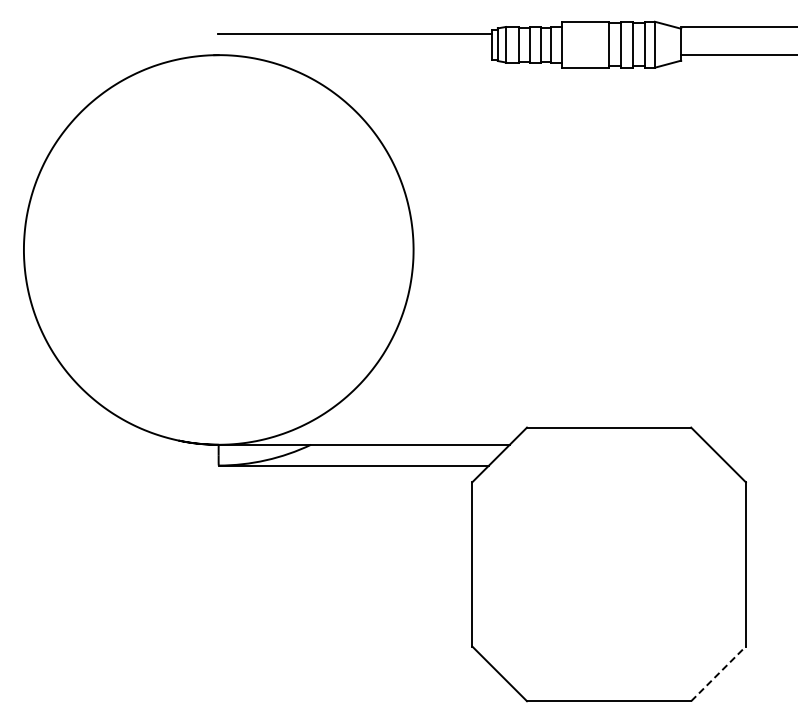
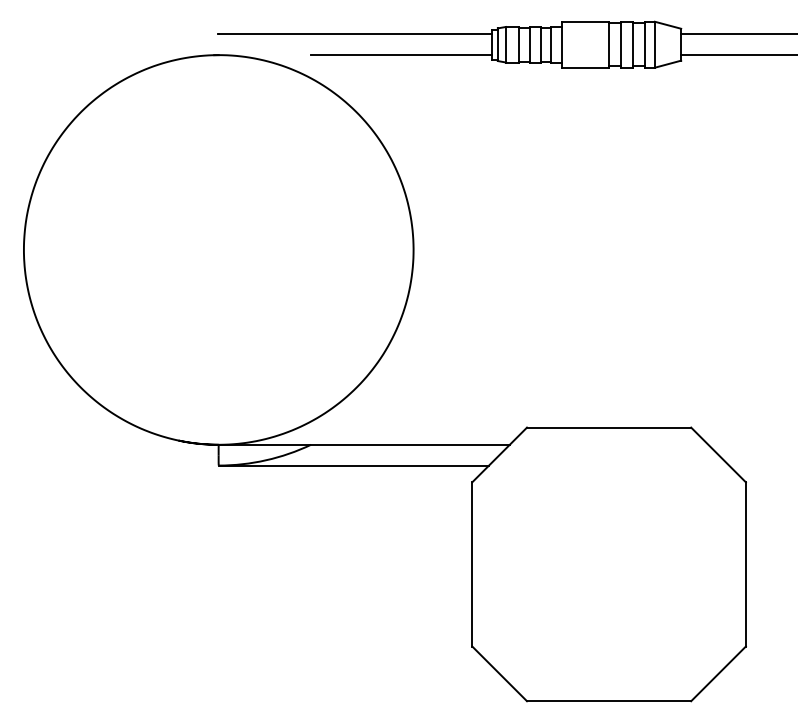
line at (737, 27) position: (737, 27) -> (737, 34)
line at (401, 55): none -> present
line at (718, 673): dashed -> solid
